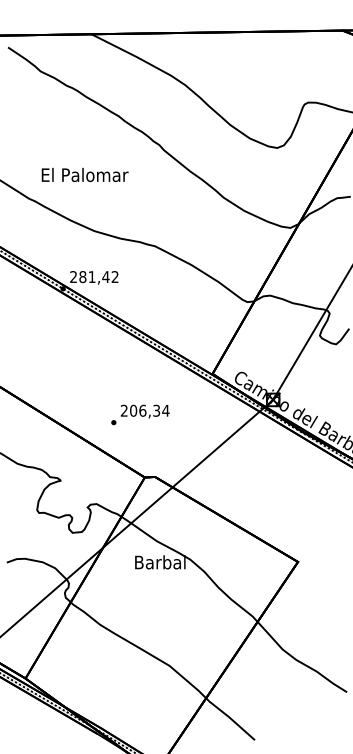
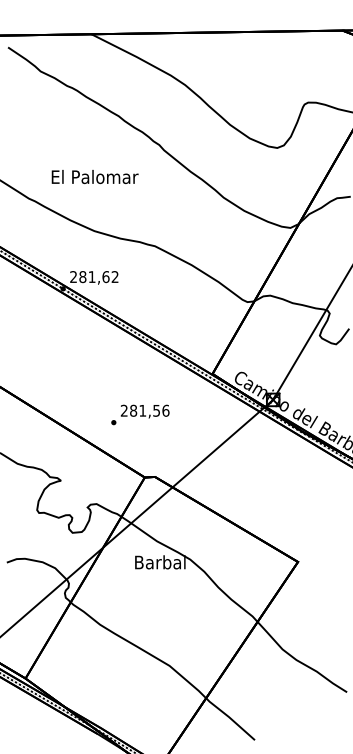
text at (84, 175) position: (84, 175) -> (94, 177)
text at (105, 277): 281,42 -> 281,62
text at (149, 410): 206,34 -> 281,56
